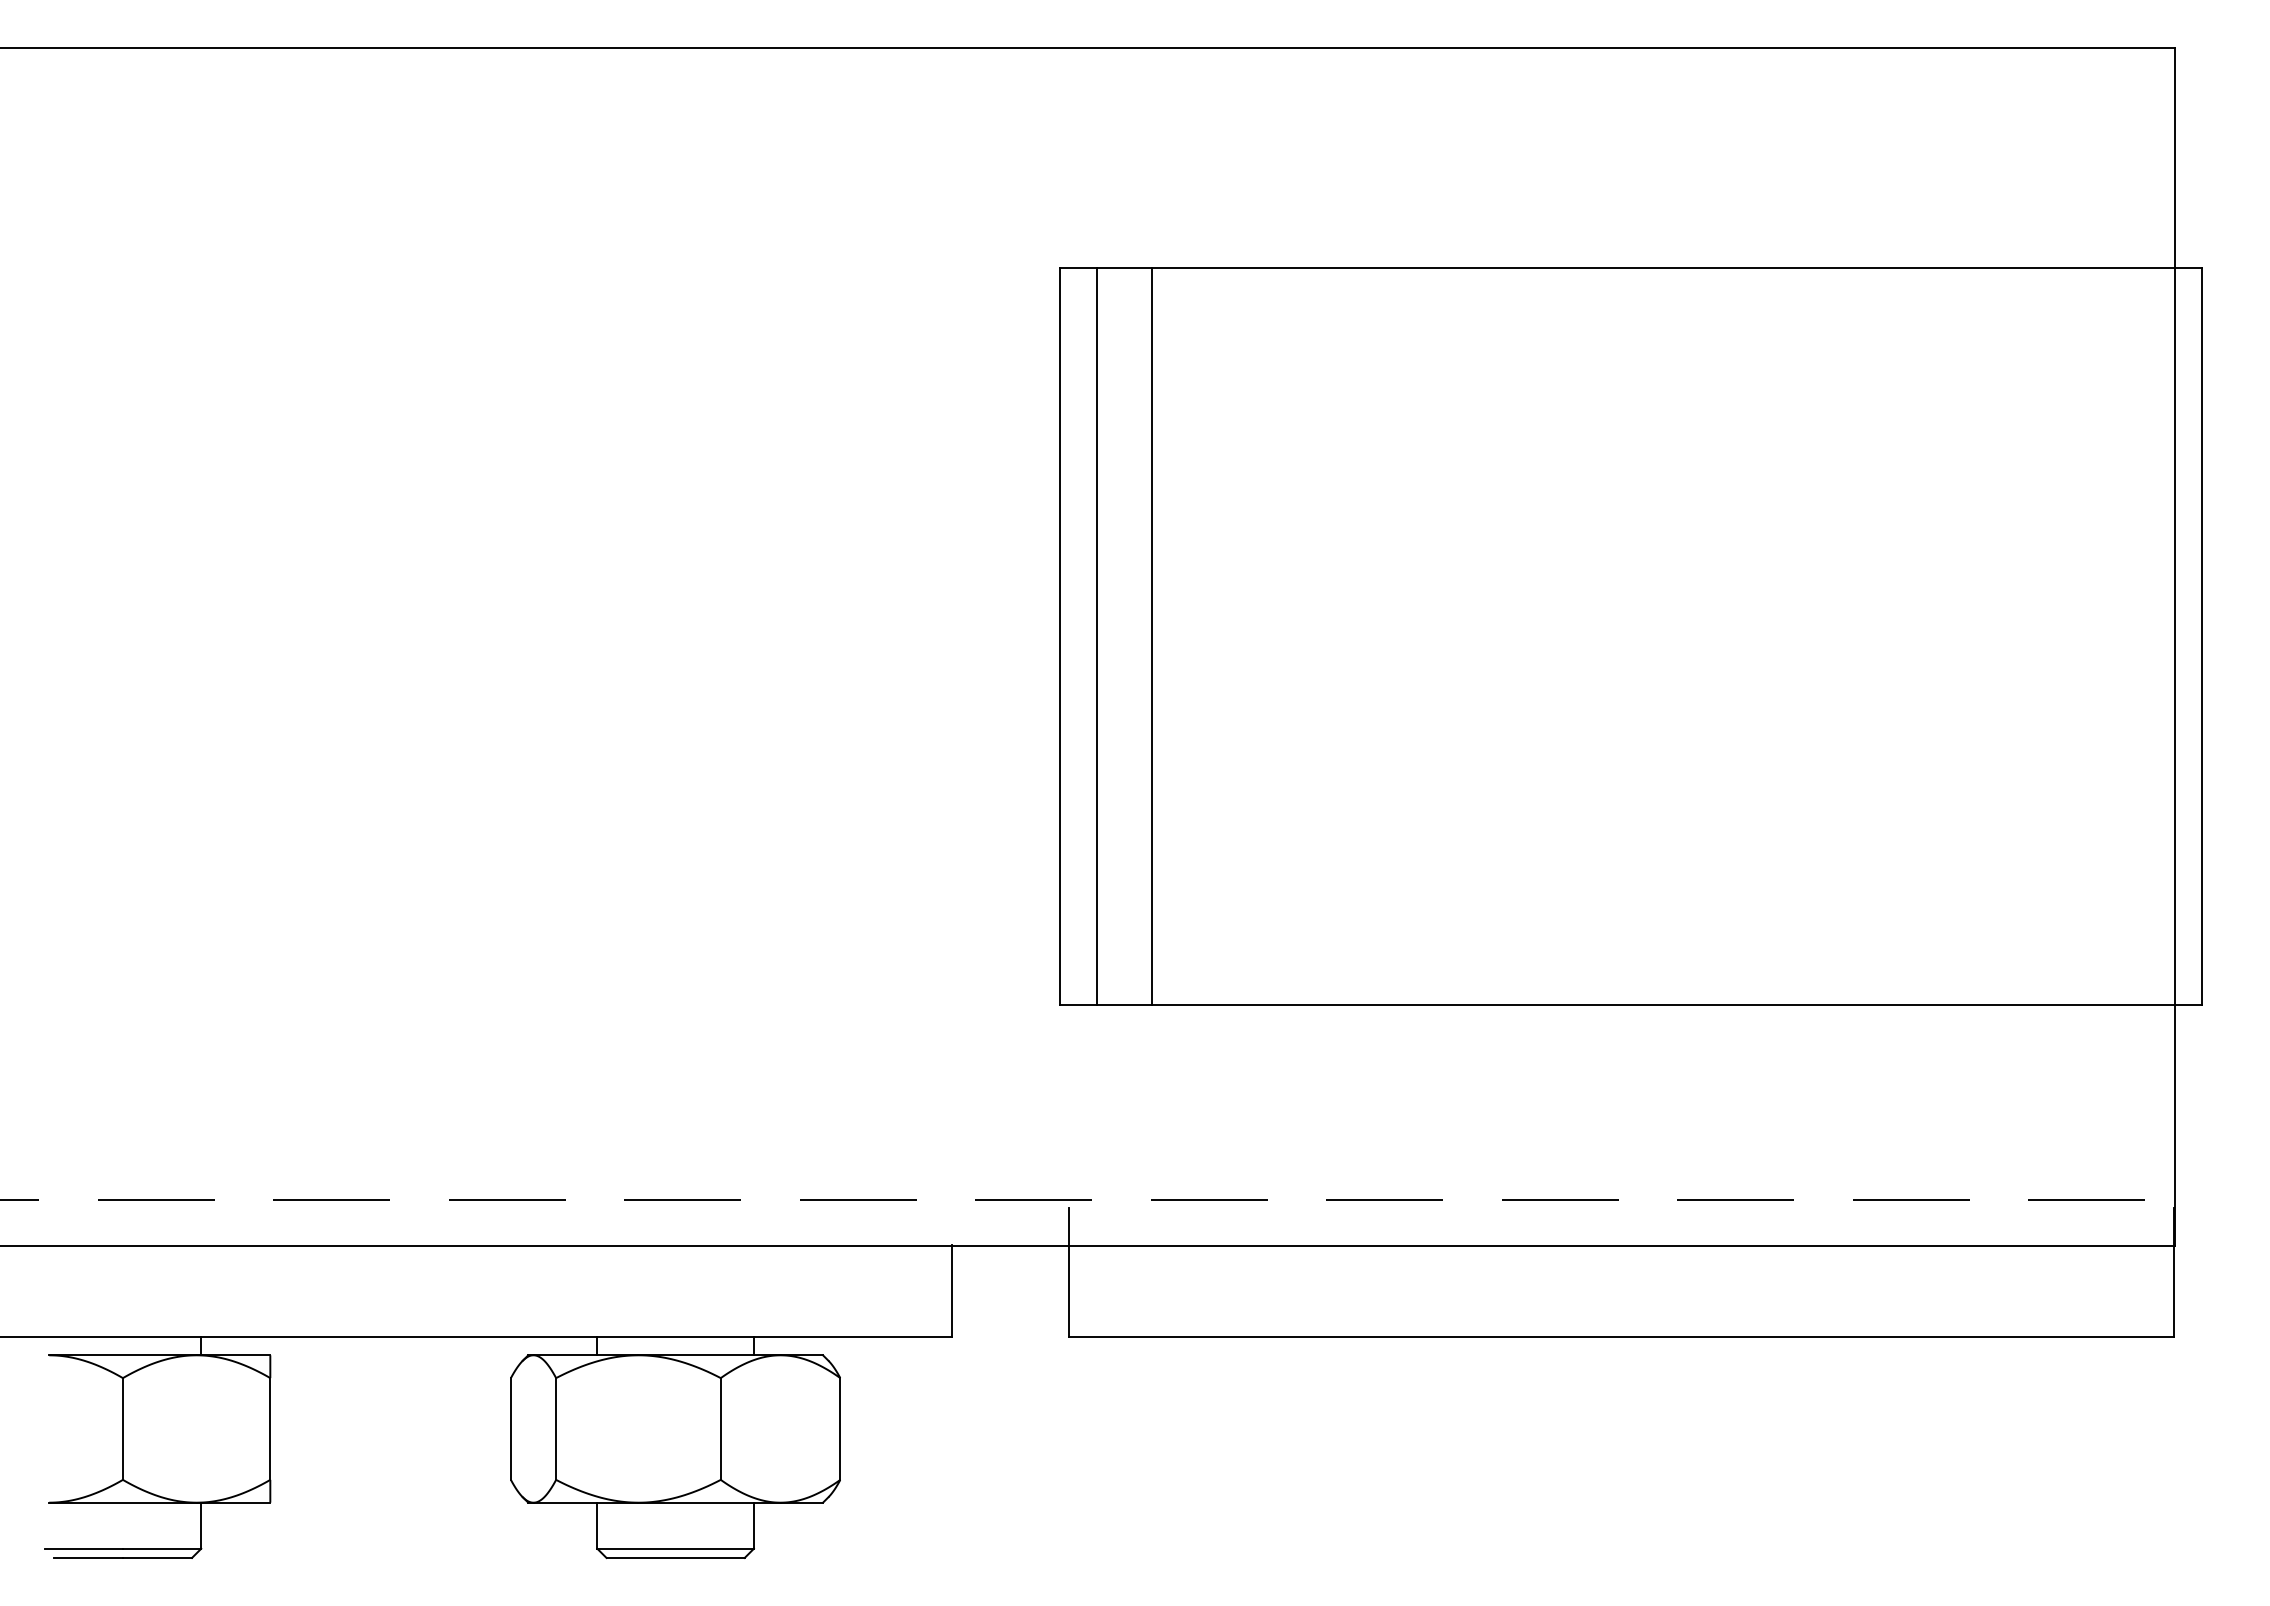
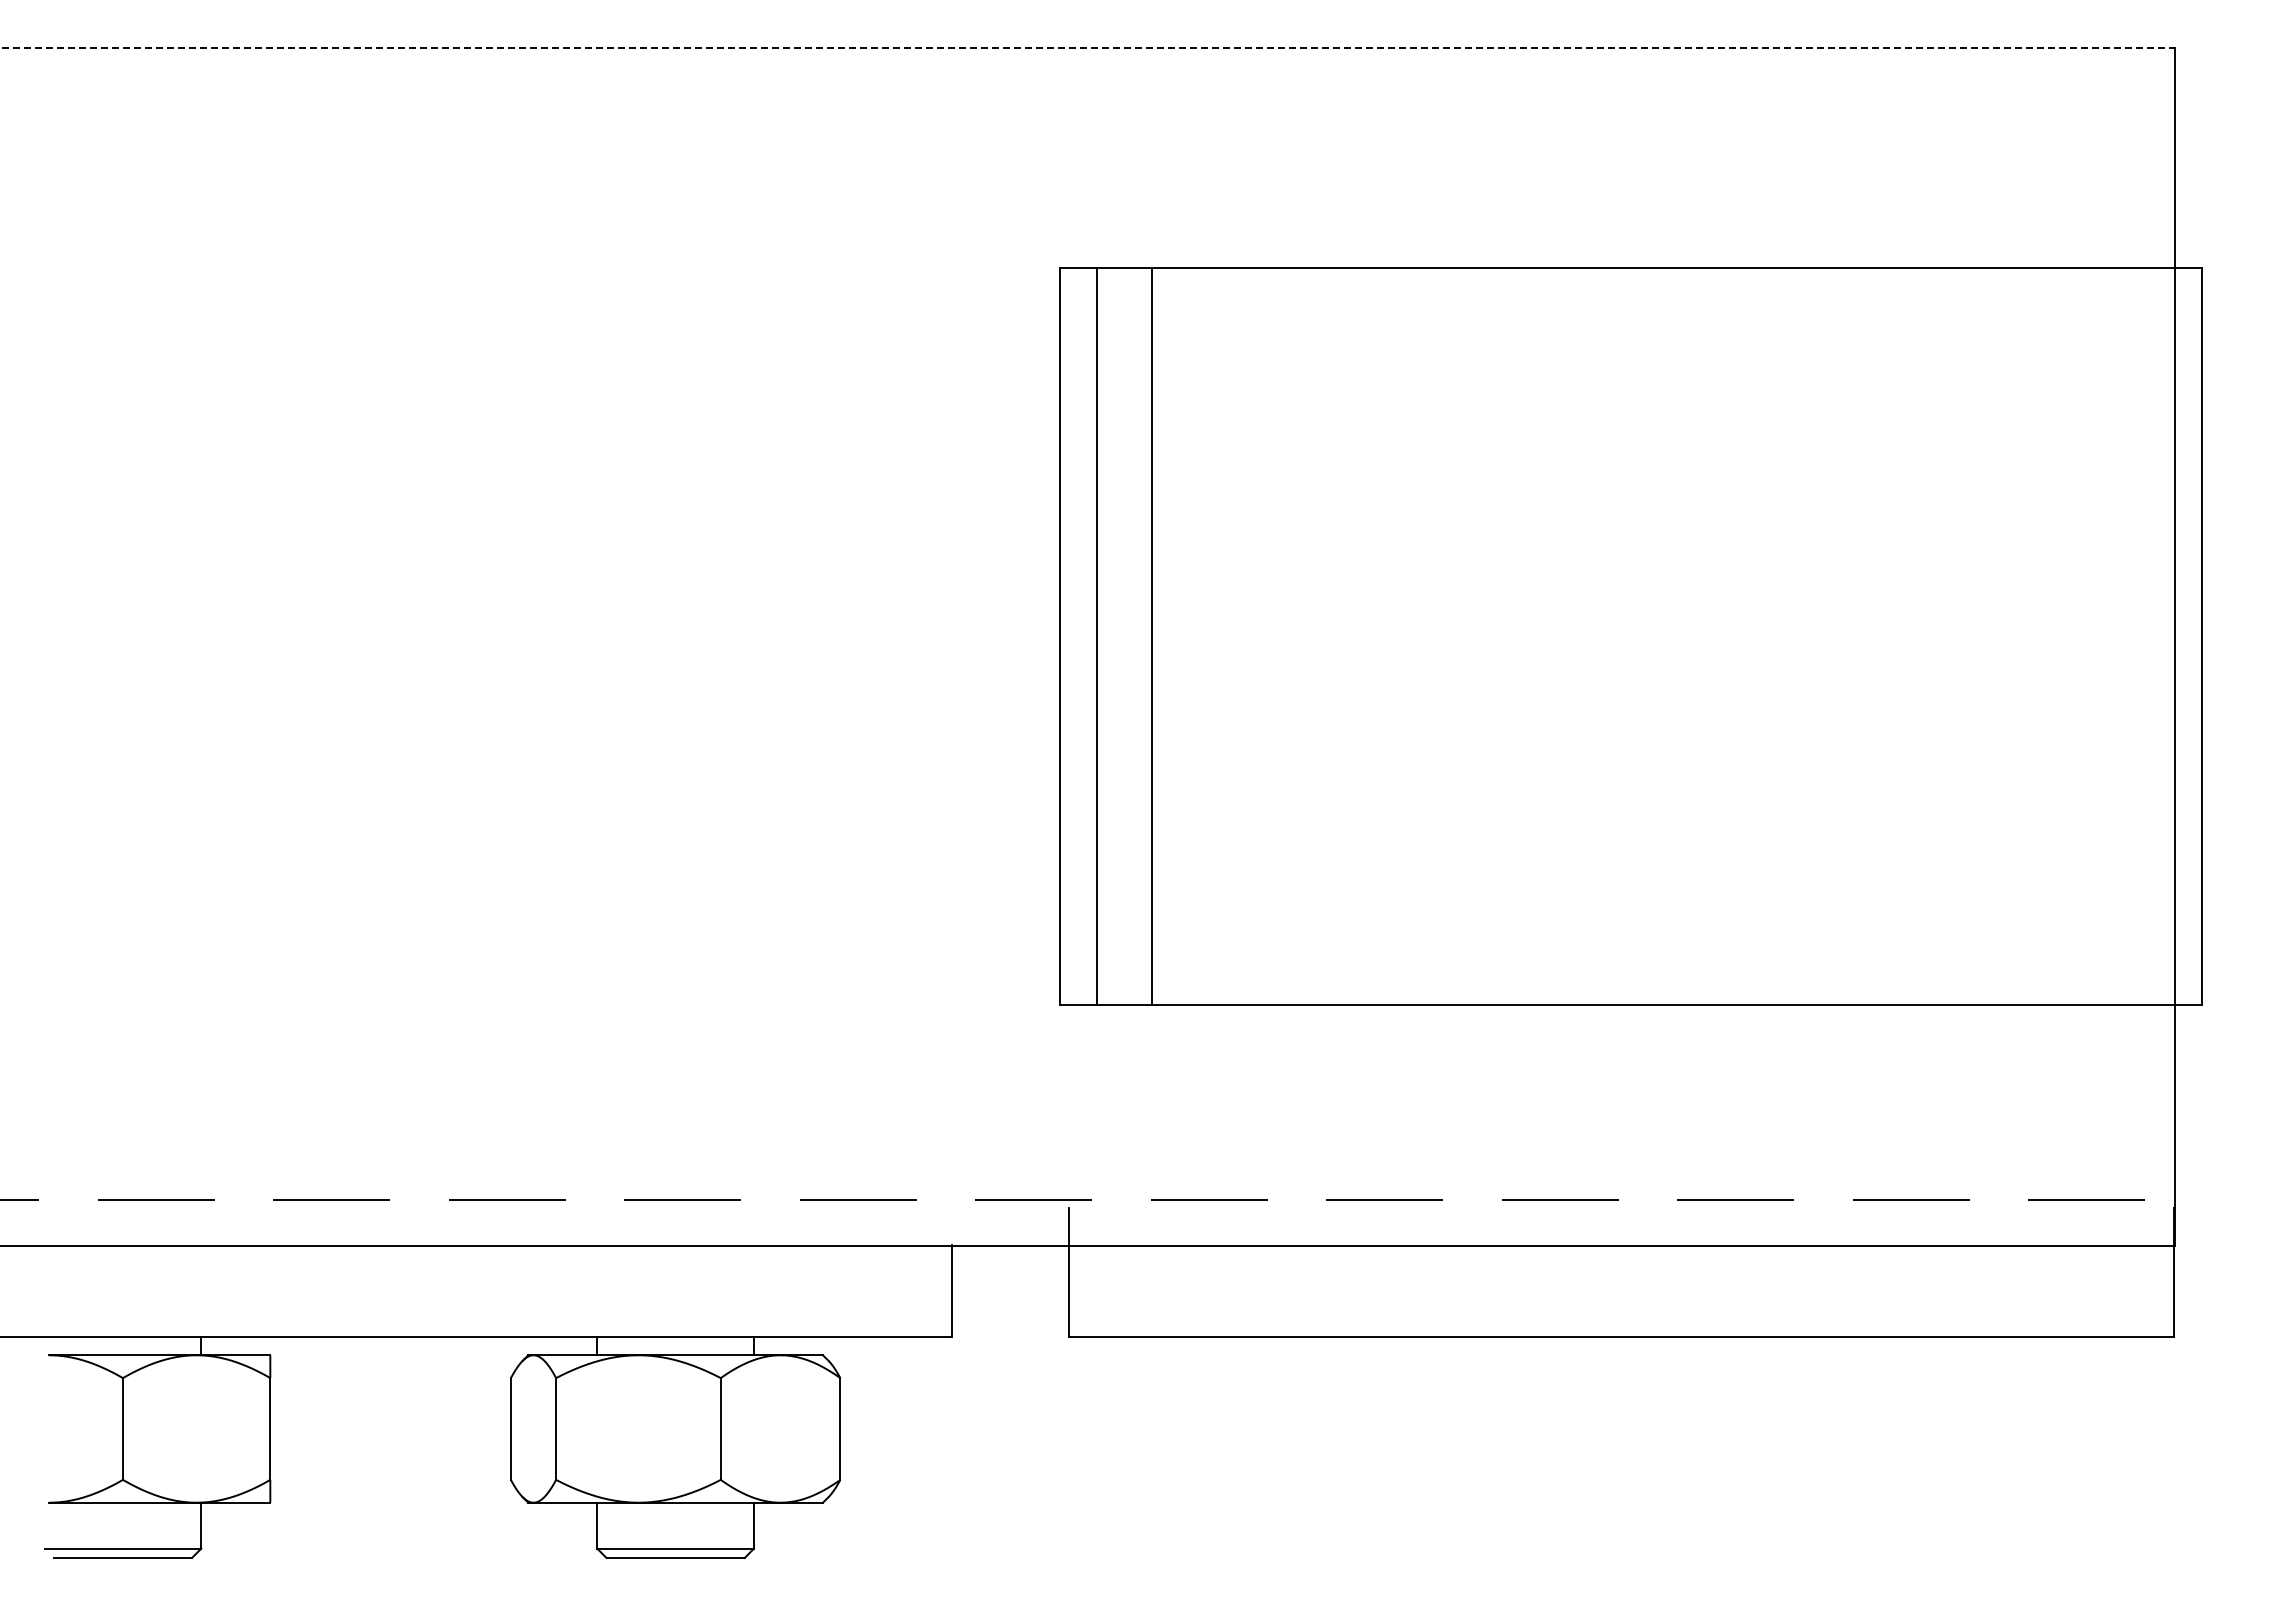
line at (1087, 48): solid -> dashed
